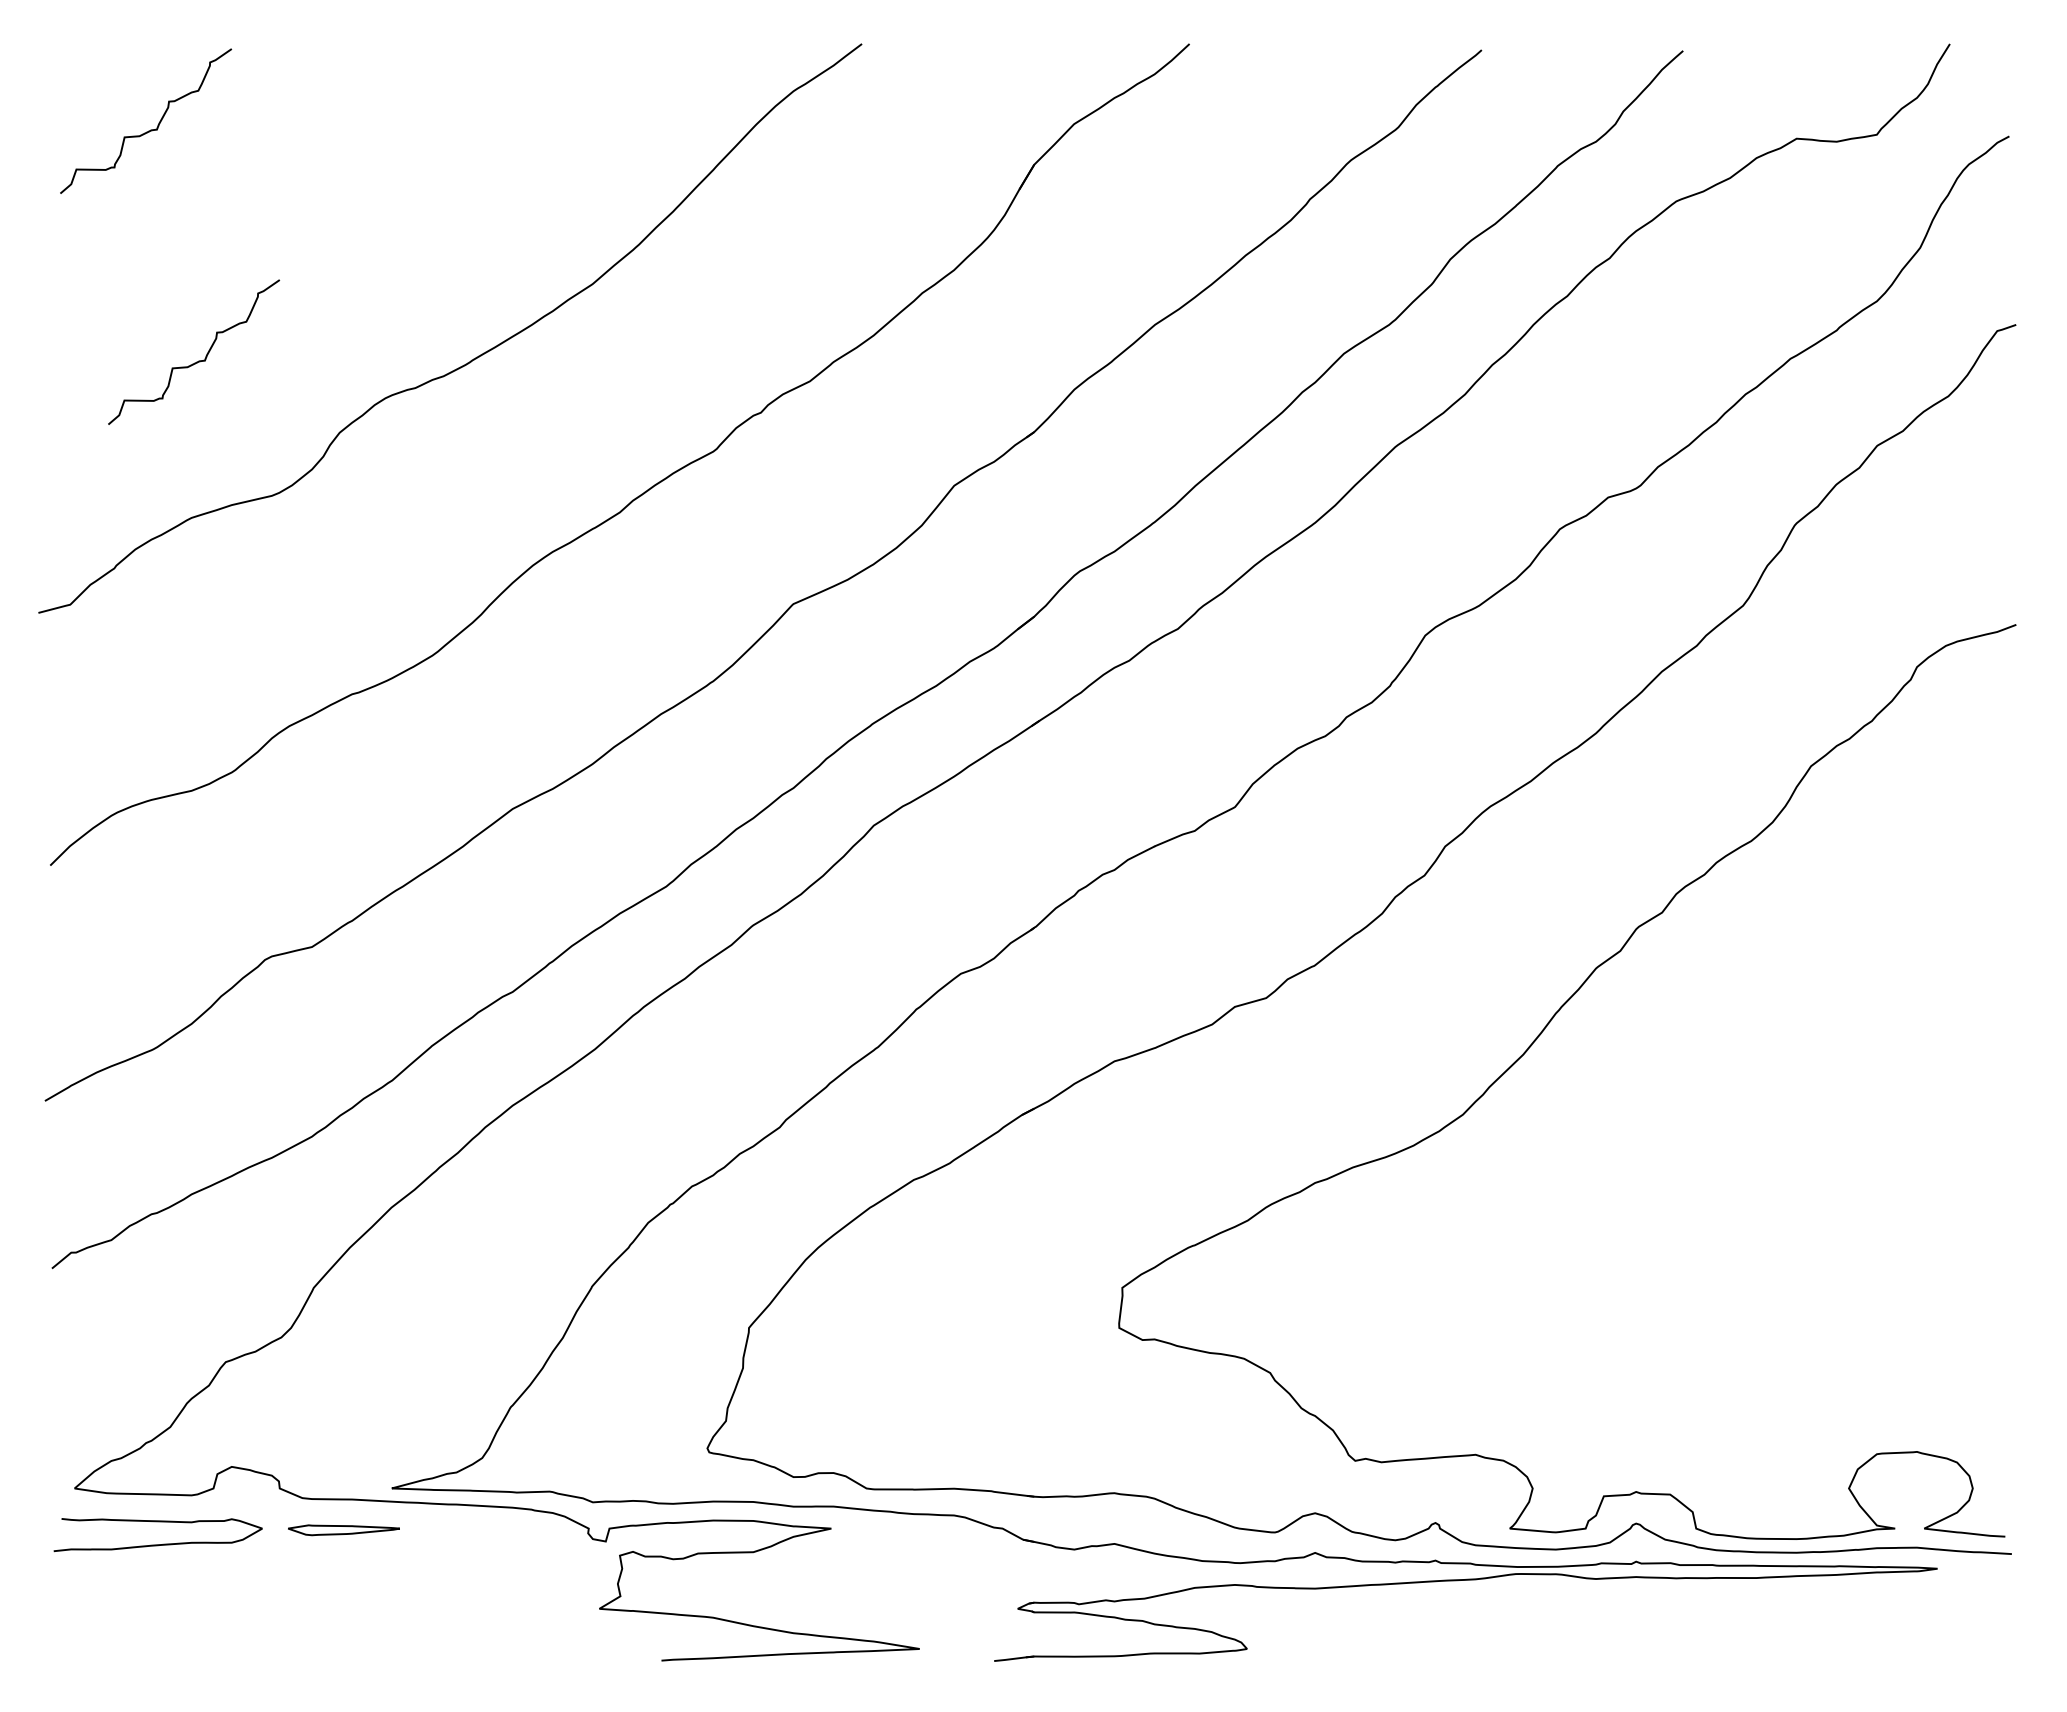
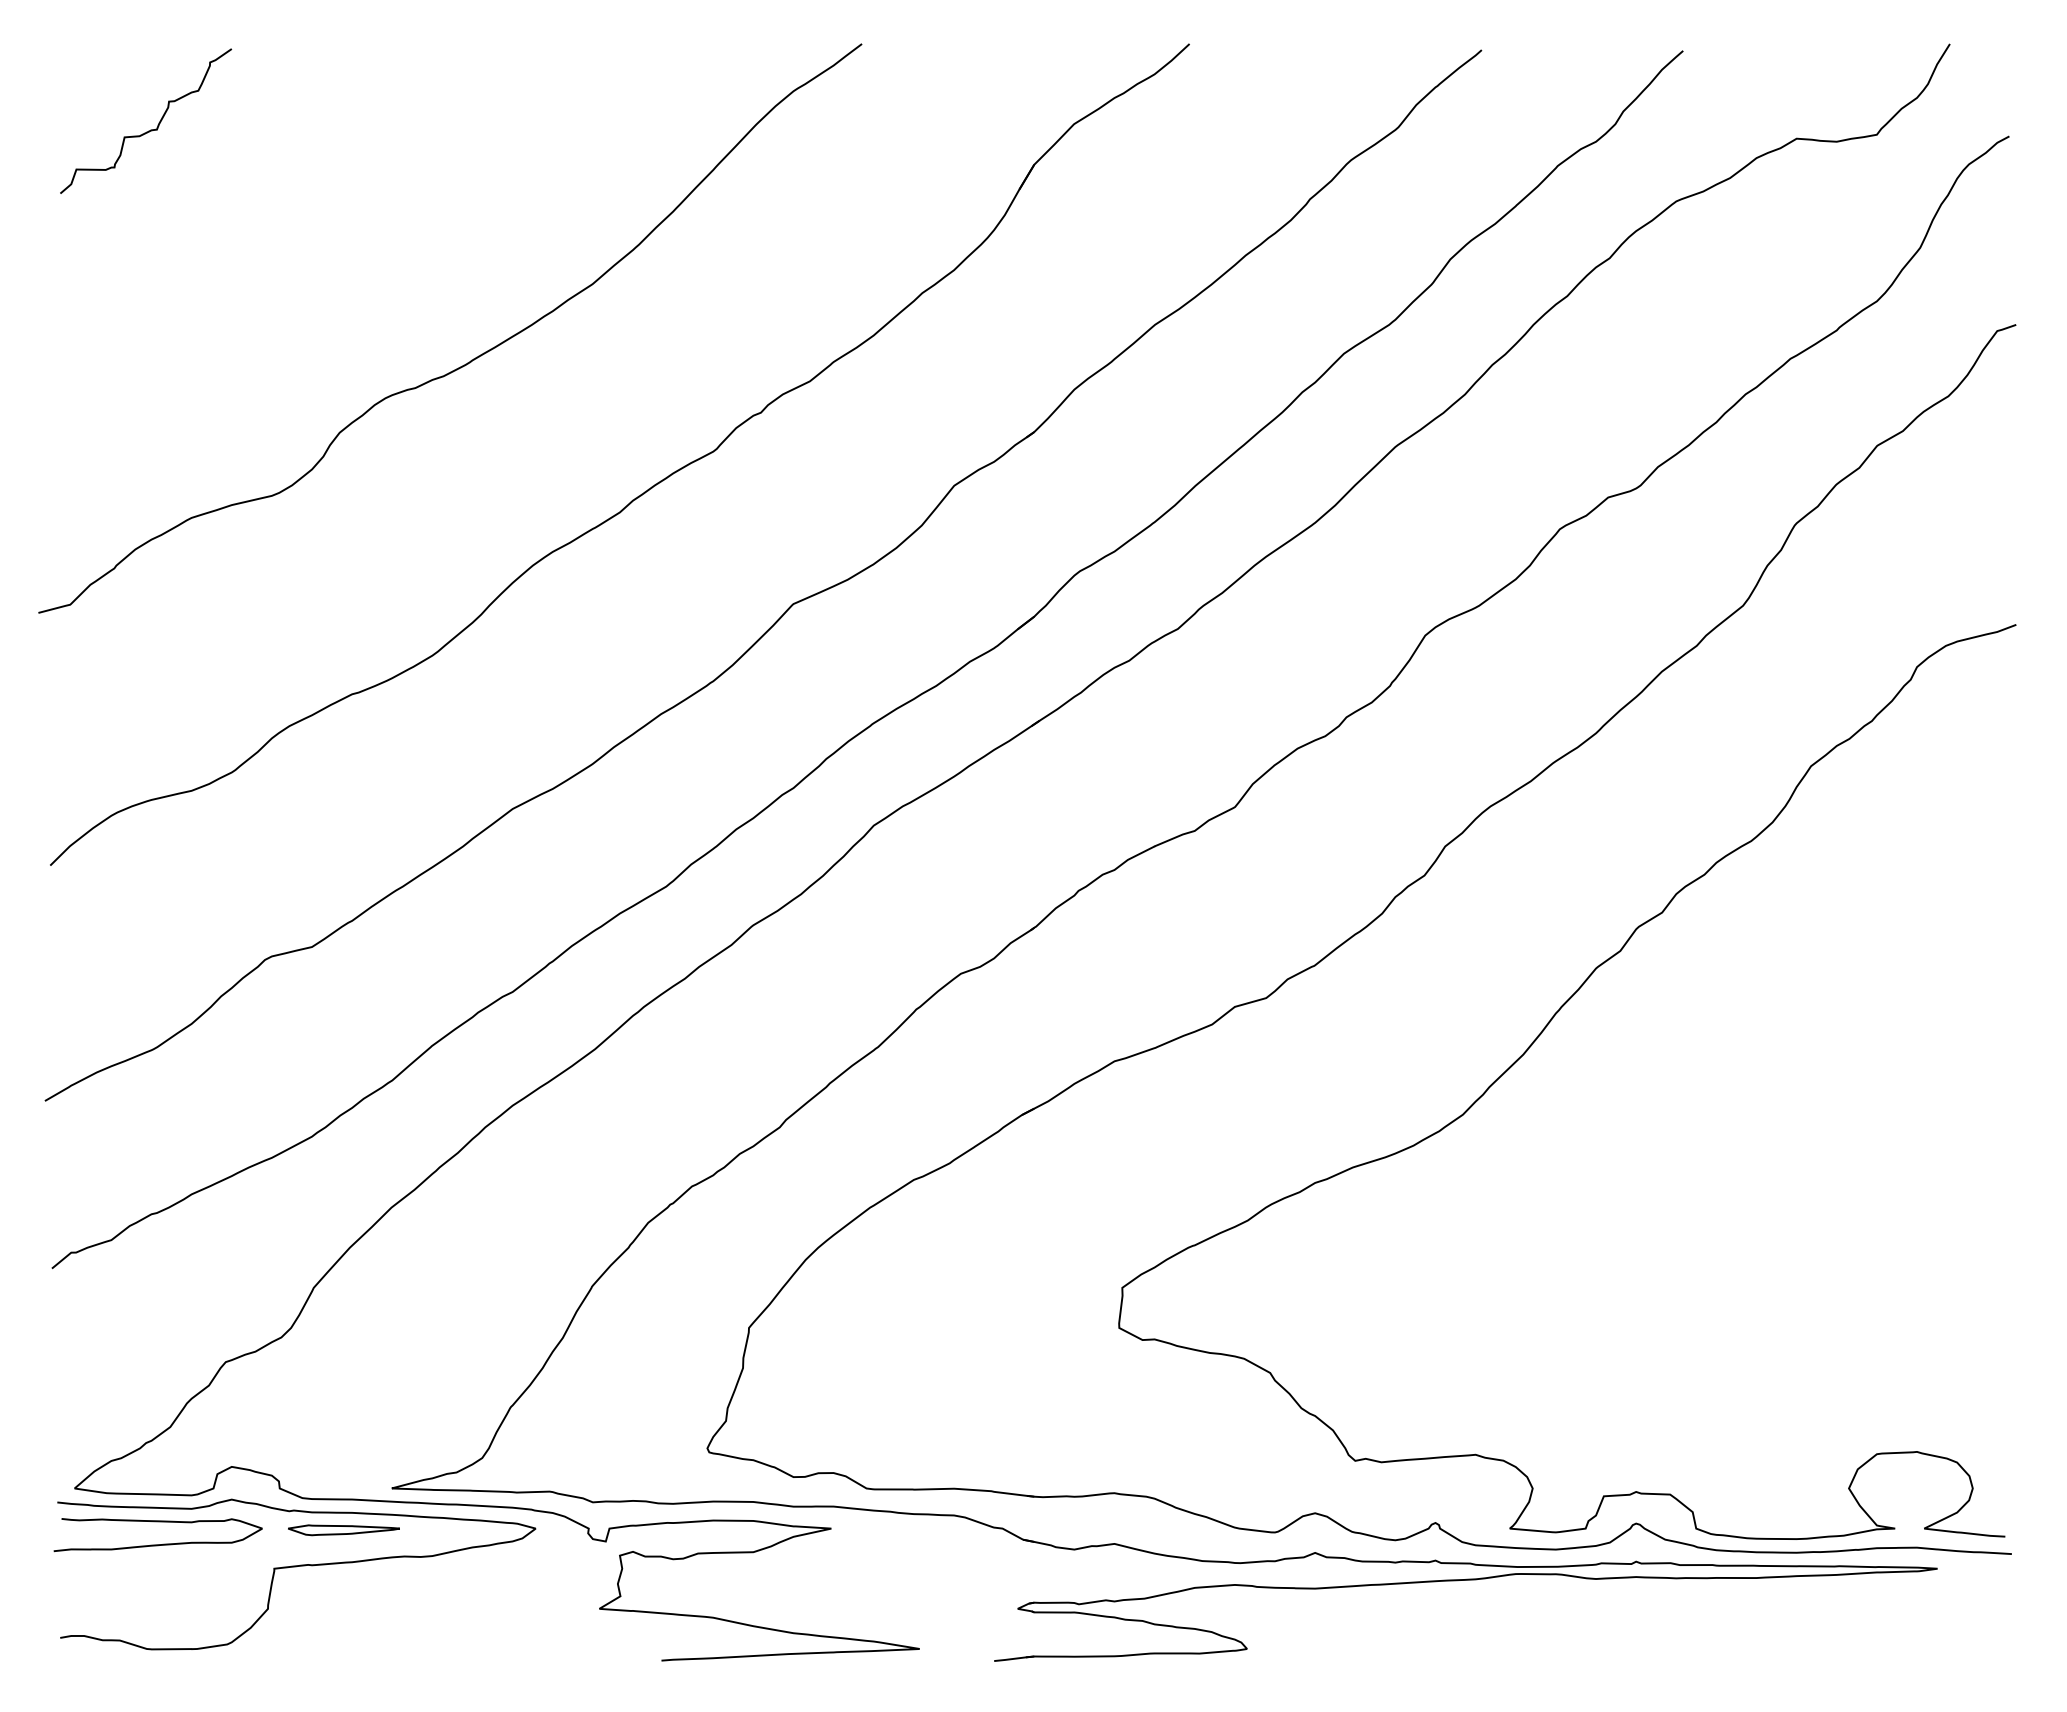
curve at (198, 360): present -> none
curve at (296, 1567): none -> present
